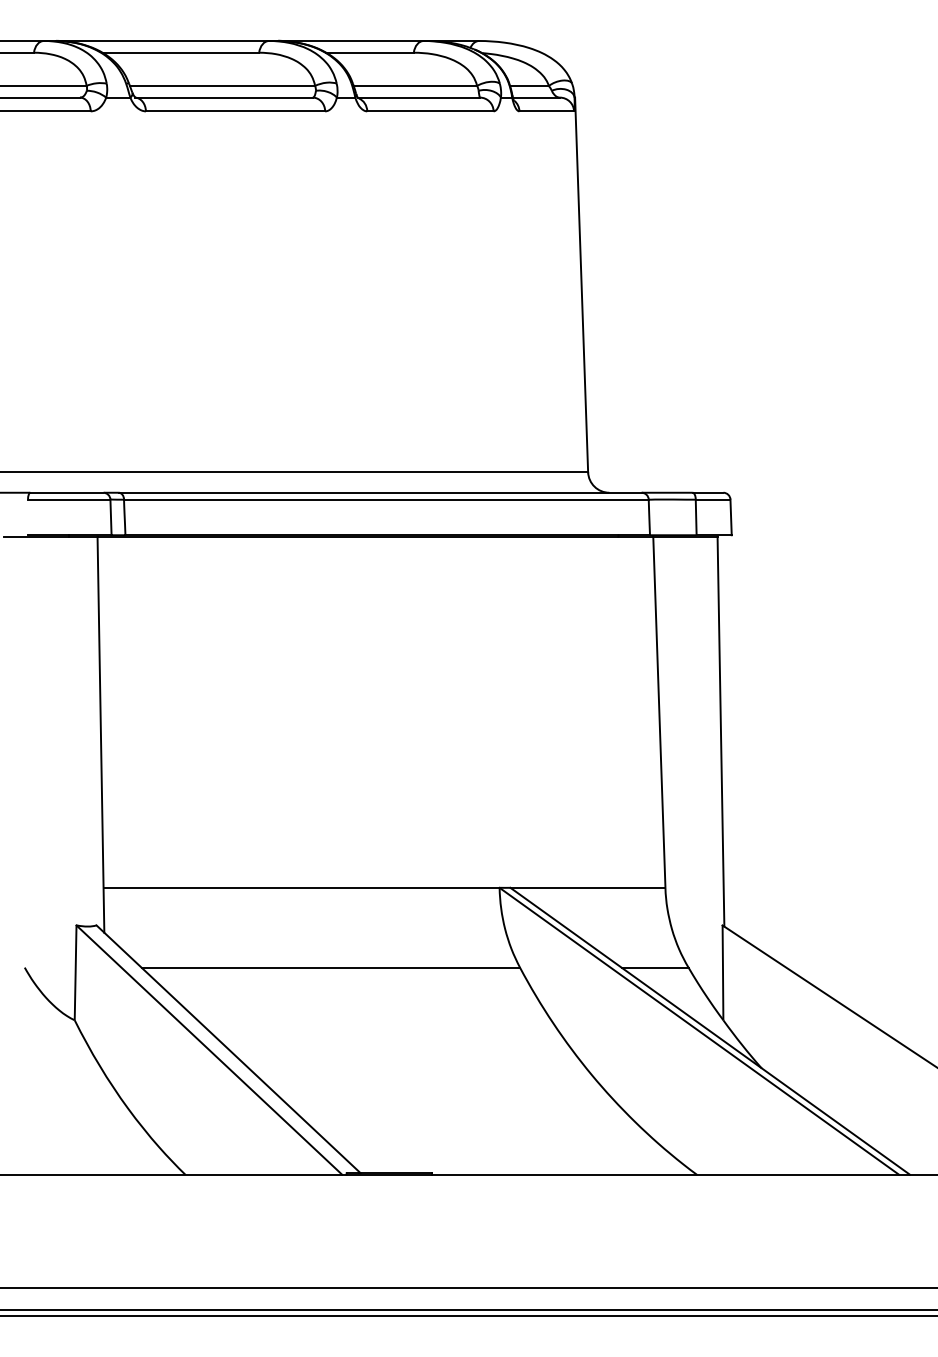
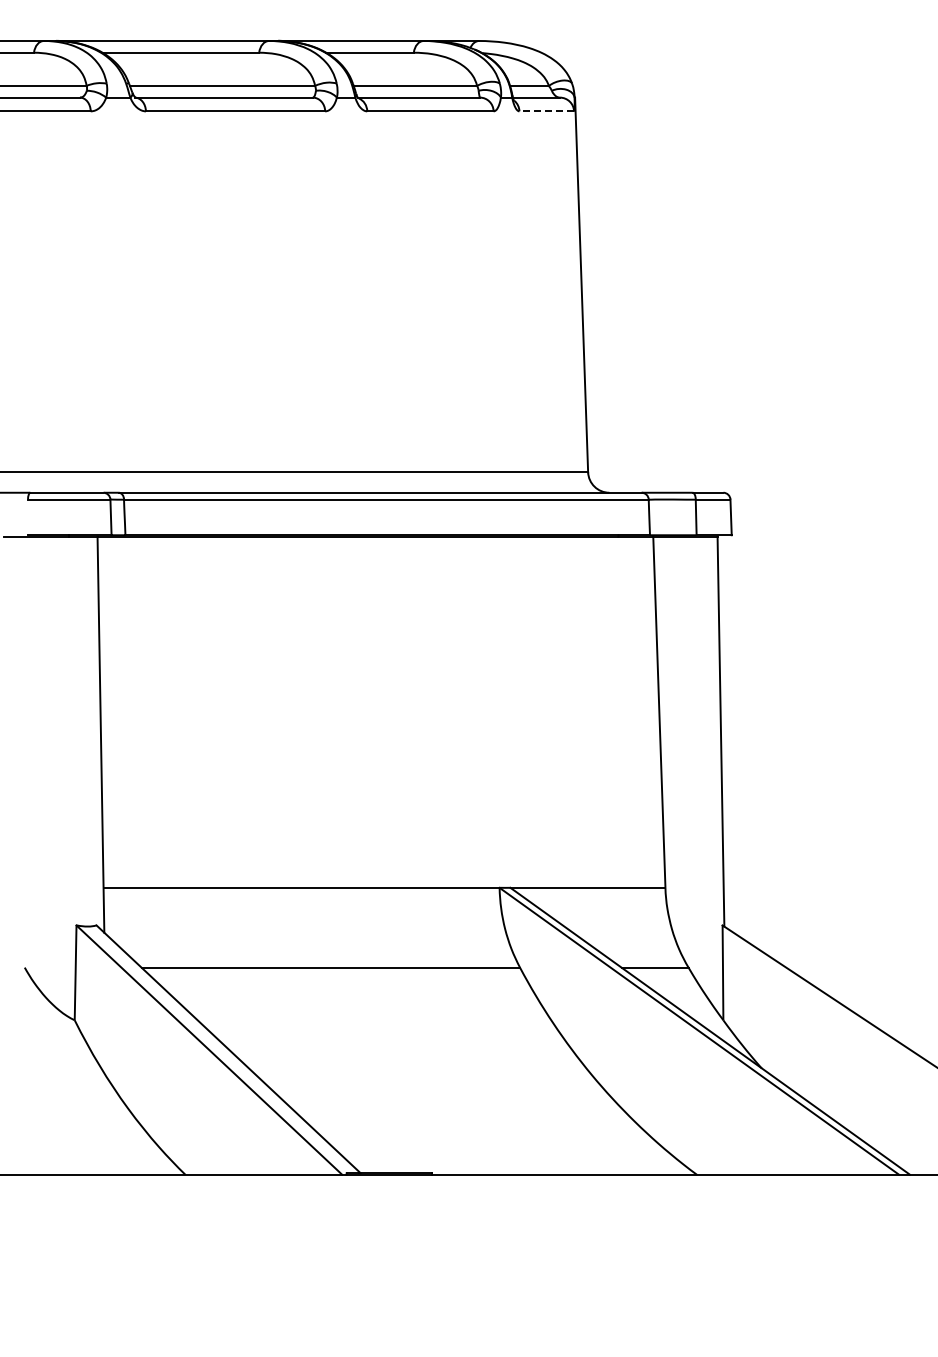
line at (546, 111): solid -> dashed
line at (468, 1287): present -> none
line at (468, 1309): present -> none
line at (468, 1316): present -> none
